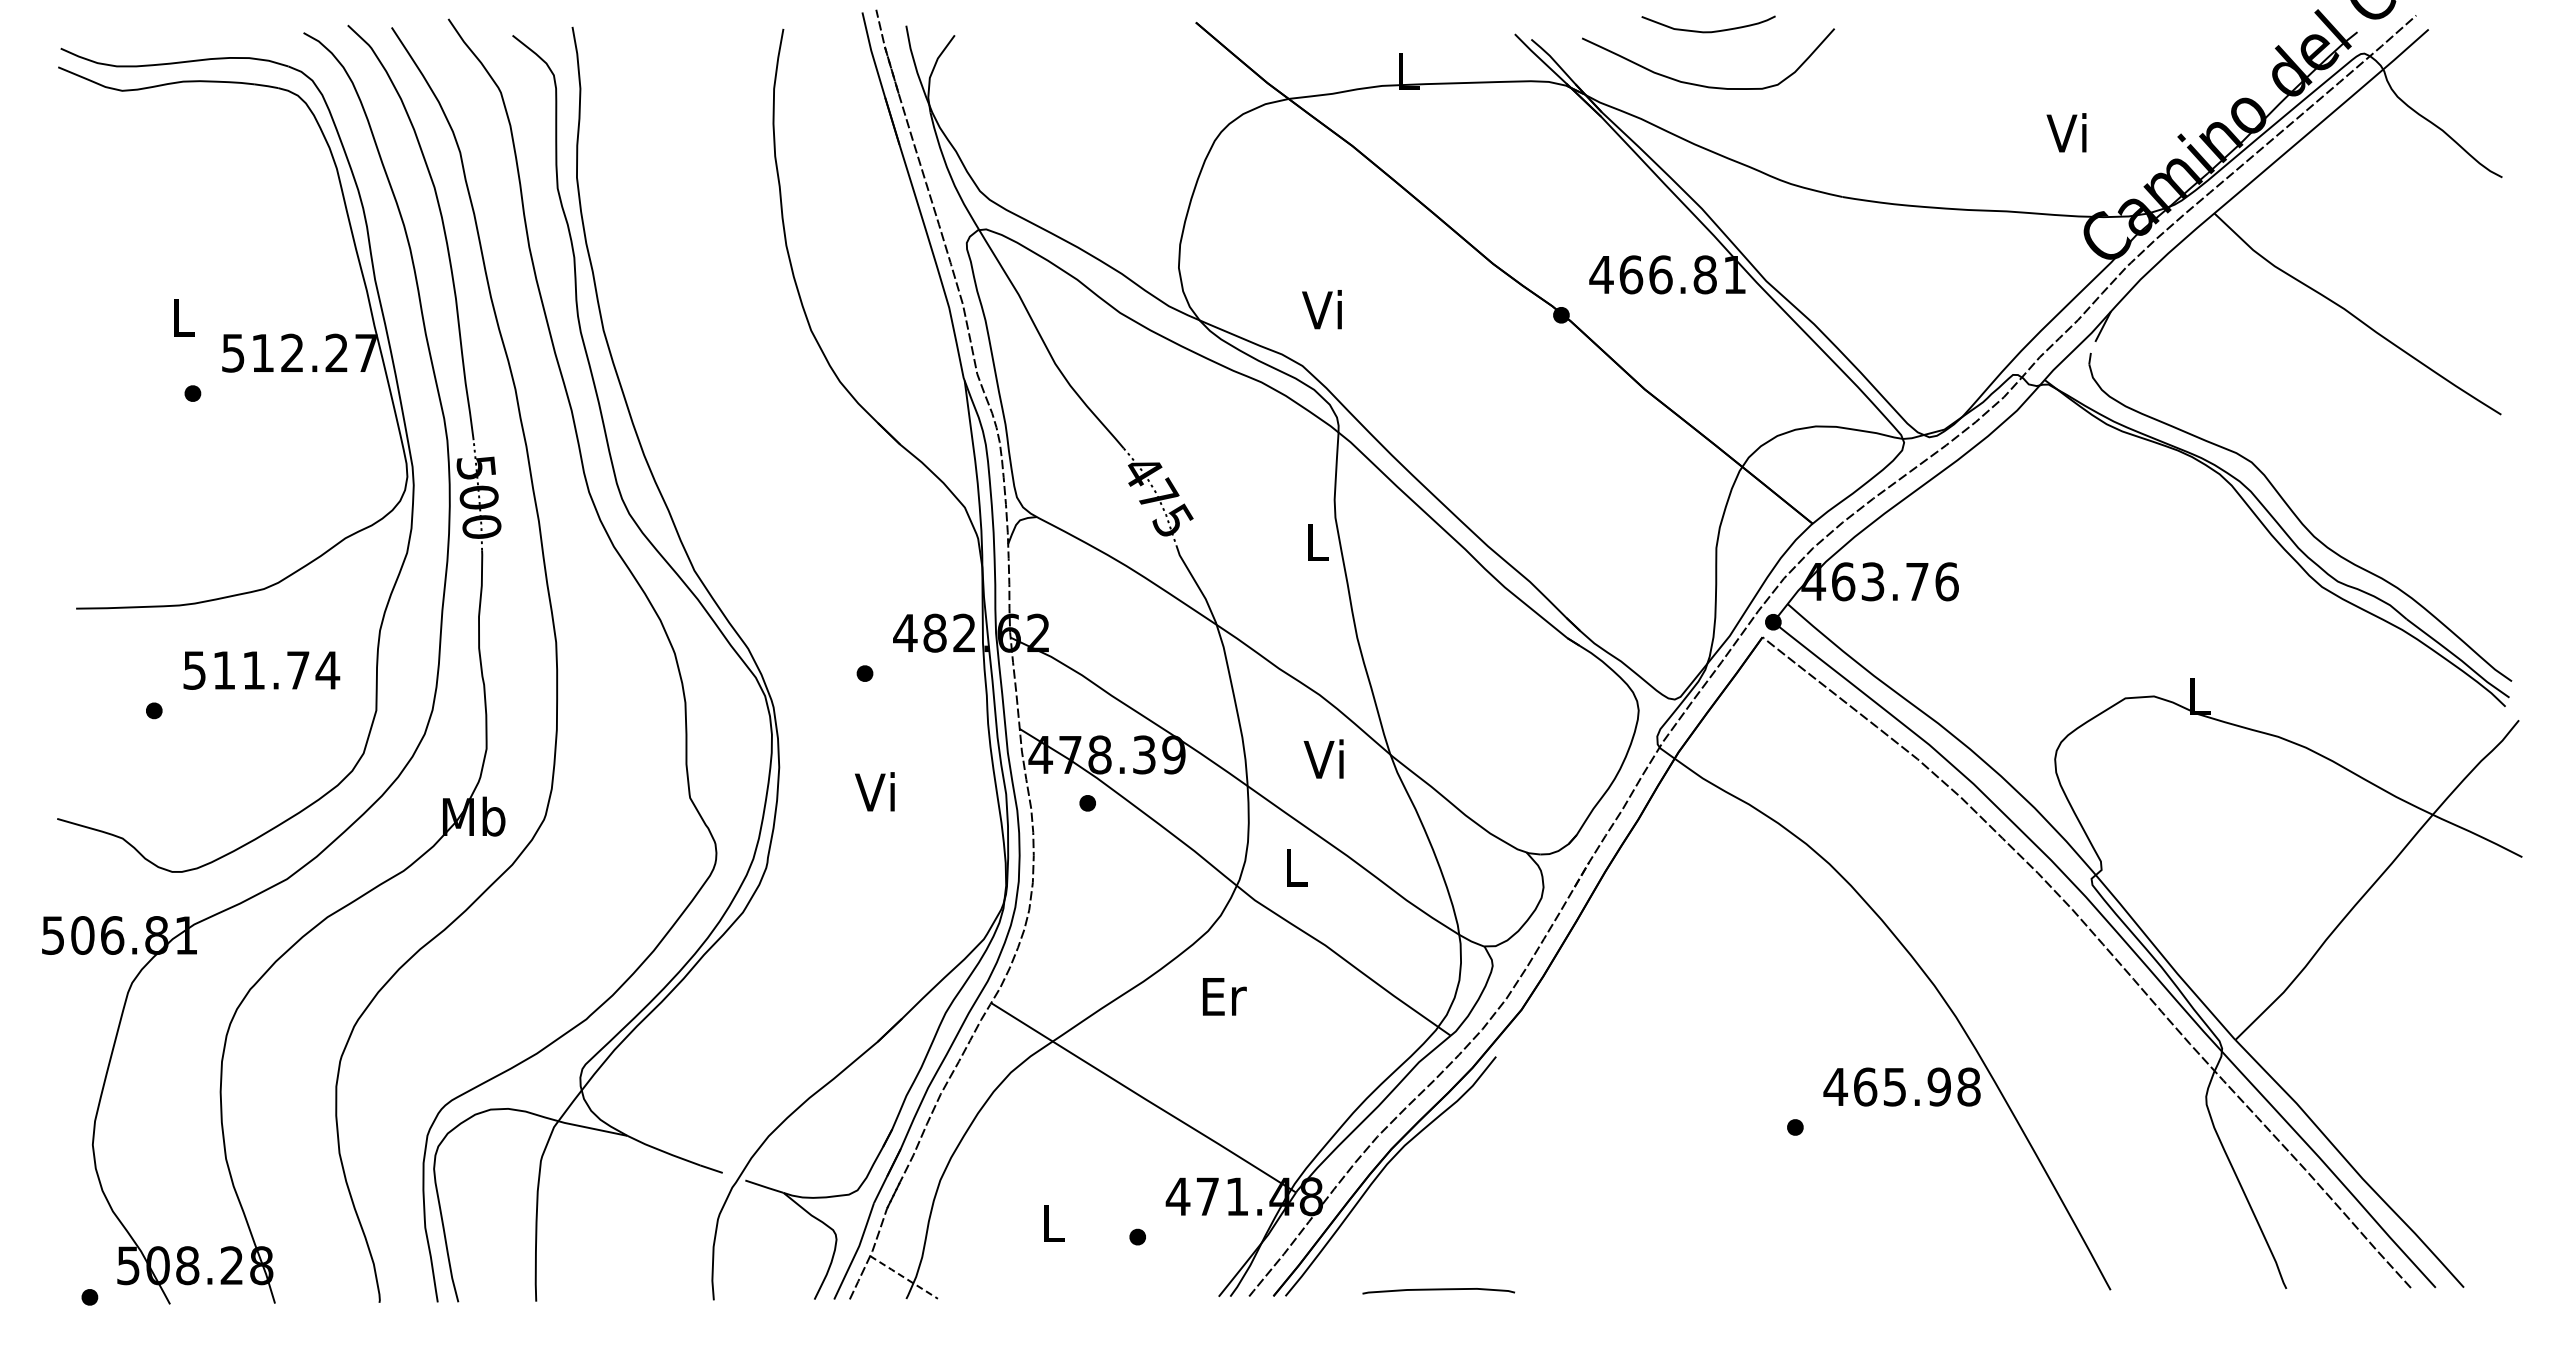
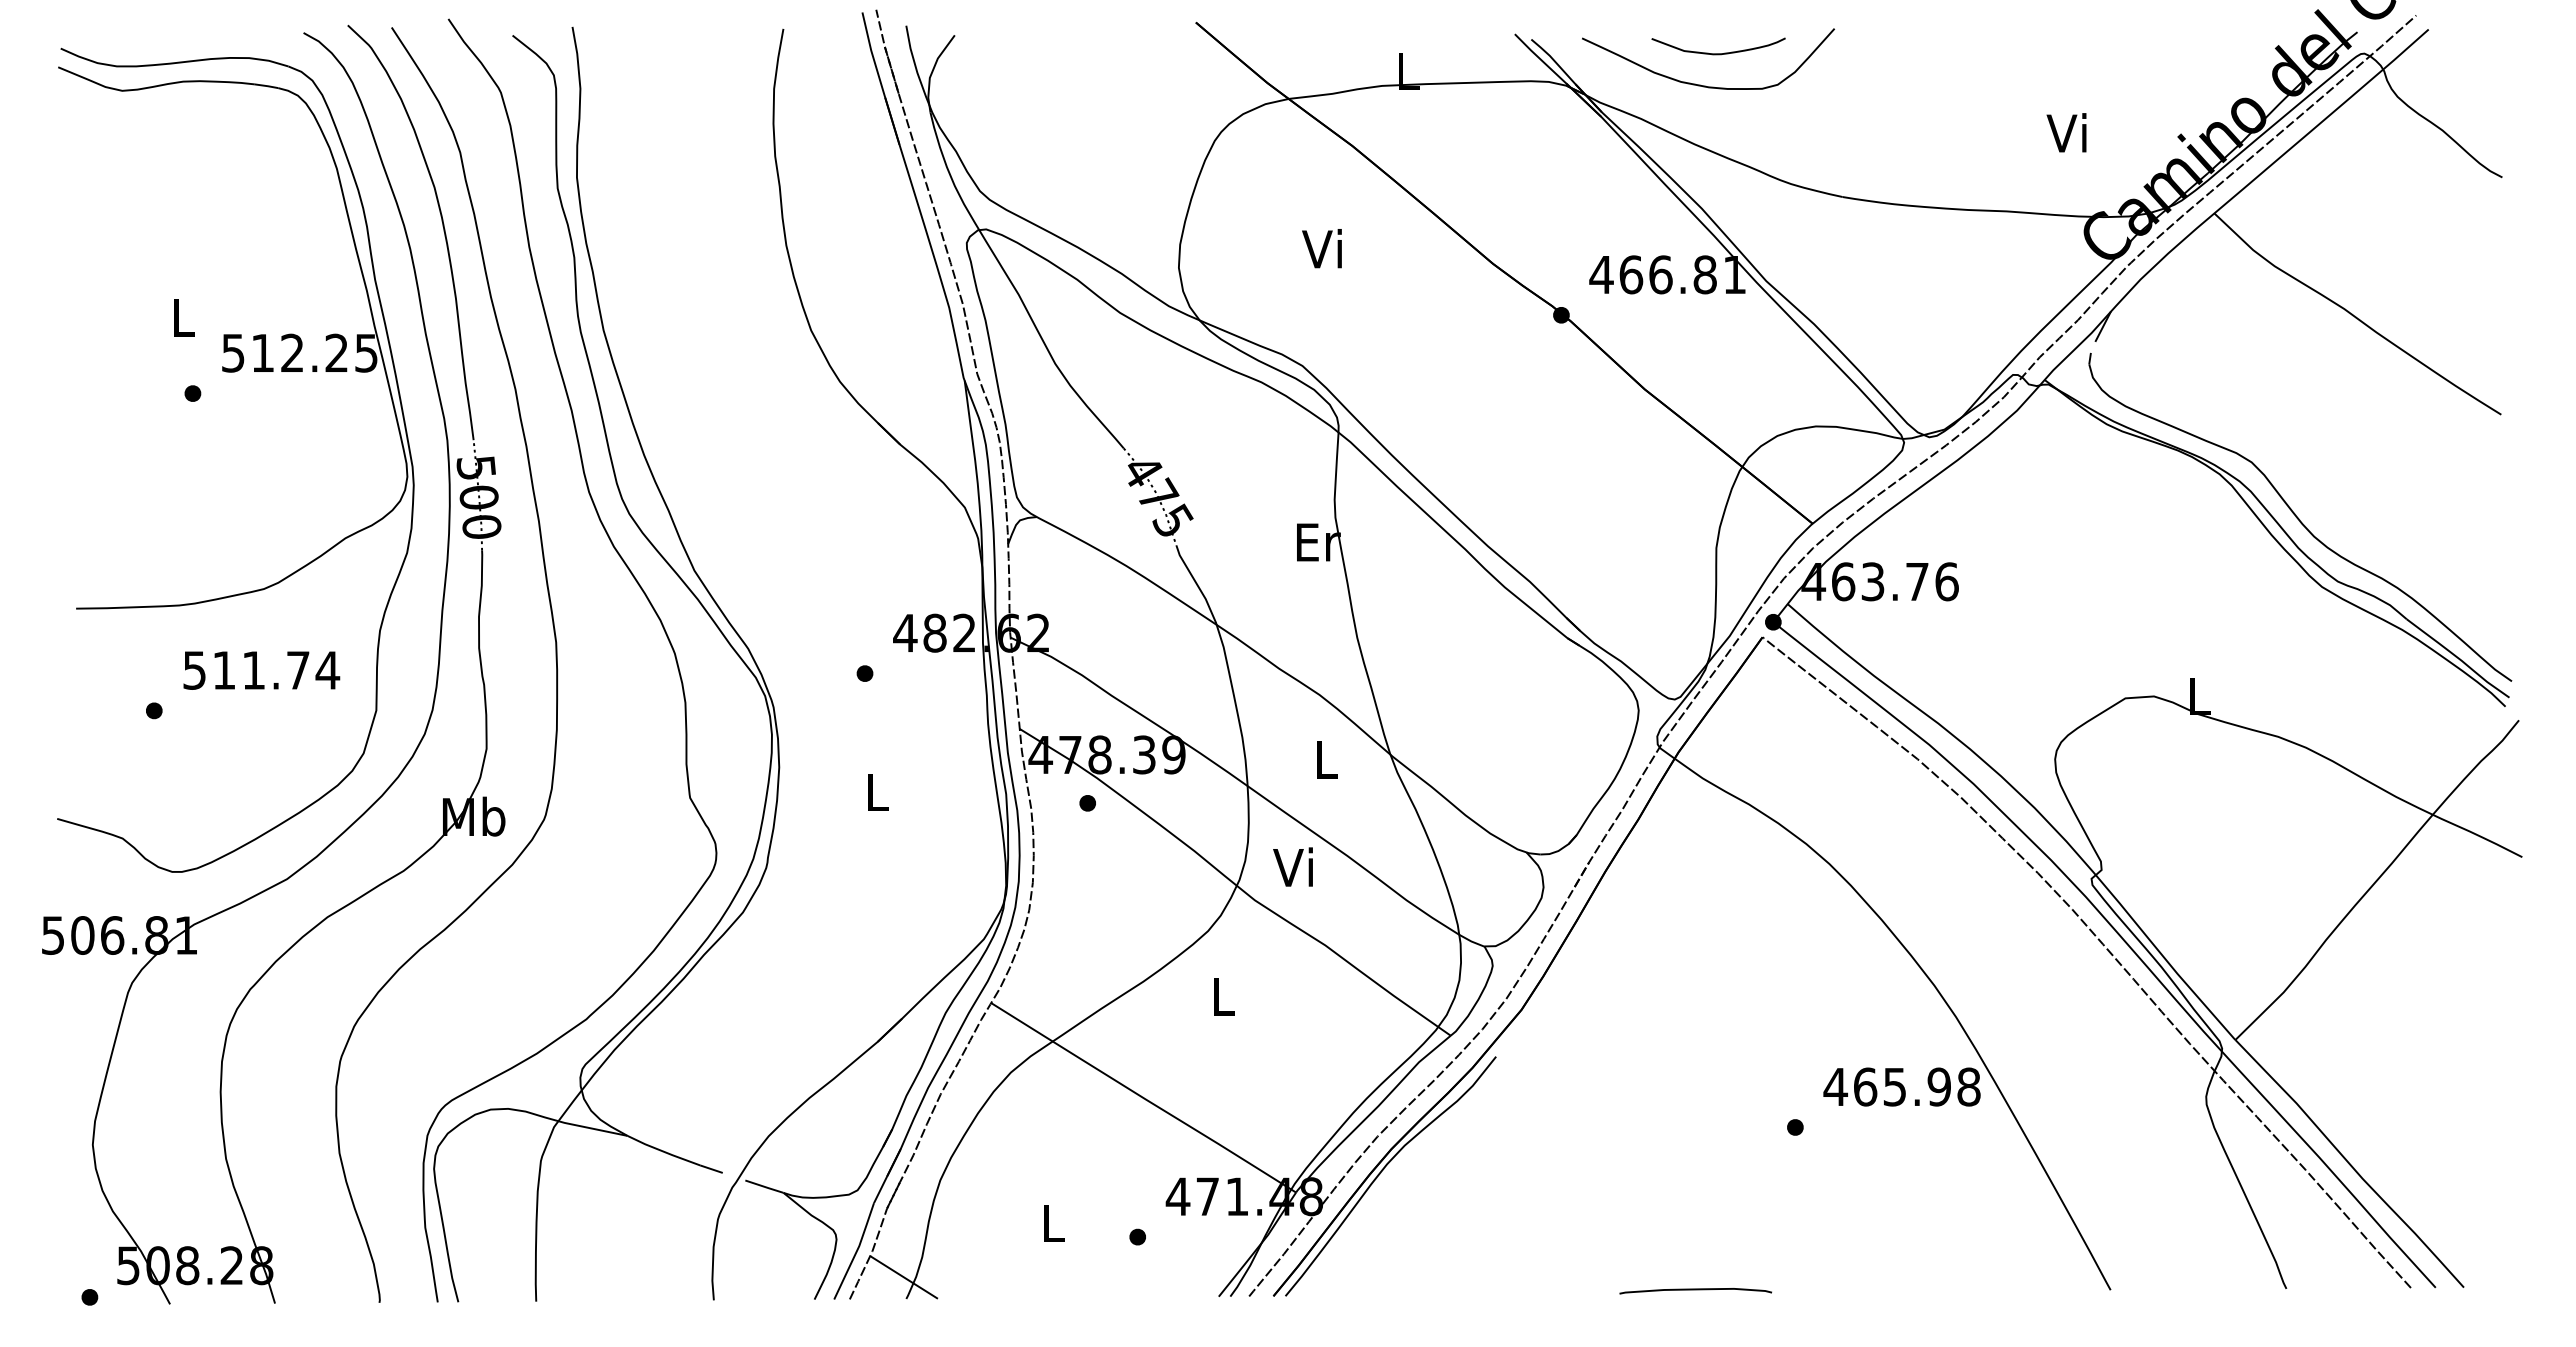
curve at (1708, 31) position: (1708, 31) -> (1718, 53)
text at (1321, 309) position: (1321, 309) -> (1321, 248)
text at (366, 353): 512.27 -> 512.25
text at (1318, 542): L -> Er
text at (1323, 758): Vi -> L
text at (874, 791): Vi -> L
text at (1292, 866): L -> Vi
text at (1224, 996): Er -> L
line at (904, 1277): dashed -> solid
curve at (1438, 1290) position: (1438, 1290) -> (1695, 1290)
